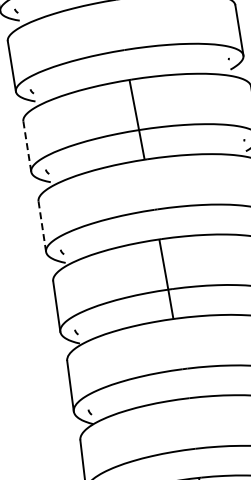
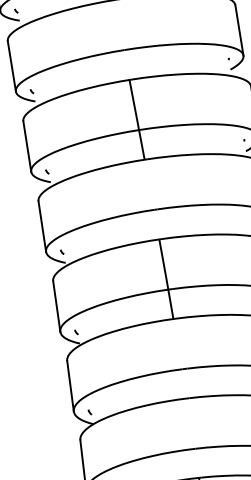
line at (27, 146): dashed -> solid
line at (42, 226): dashed -> solid
